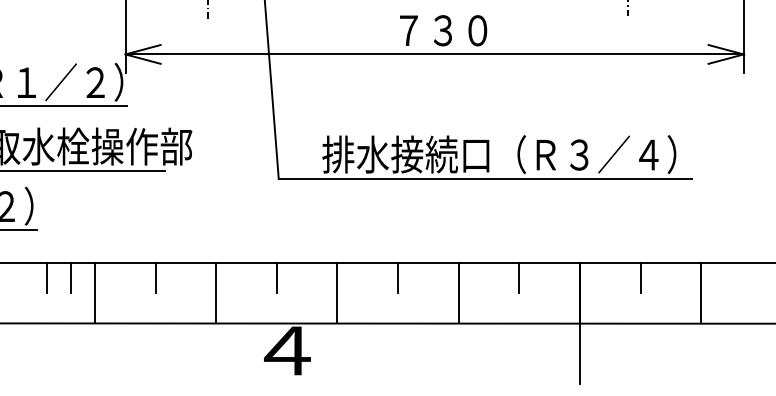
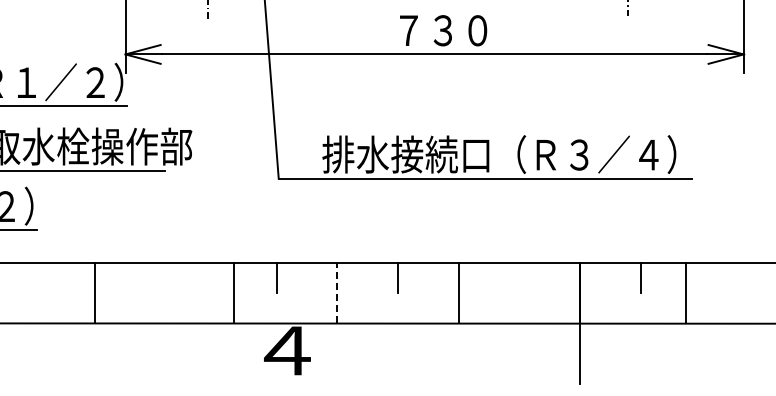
line at (46, 277): present -> none
line at (70, 277): present -> none
line at (155, 277): present -> none
line at (519, 277): present -> none
line at (216, 292) position: (216, 292) -> (234, 292)
line at (337, 292): solid -> dashed
line at (701, 292) position: (701, 292) -> (686, 292)
